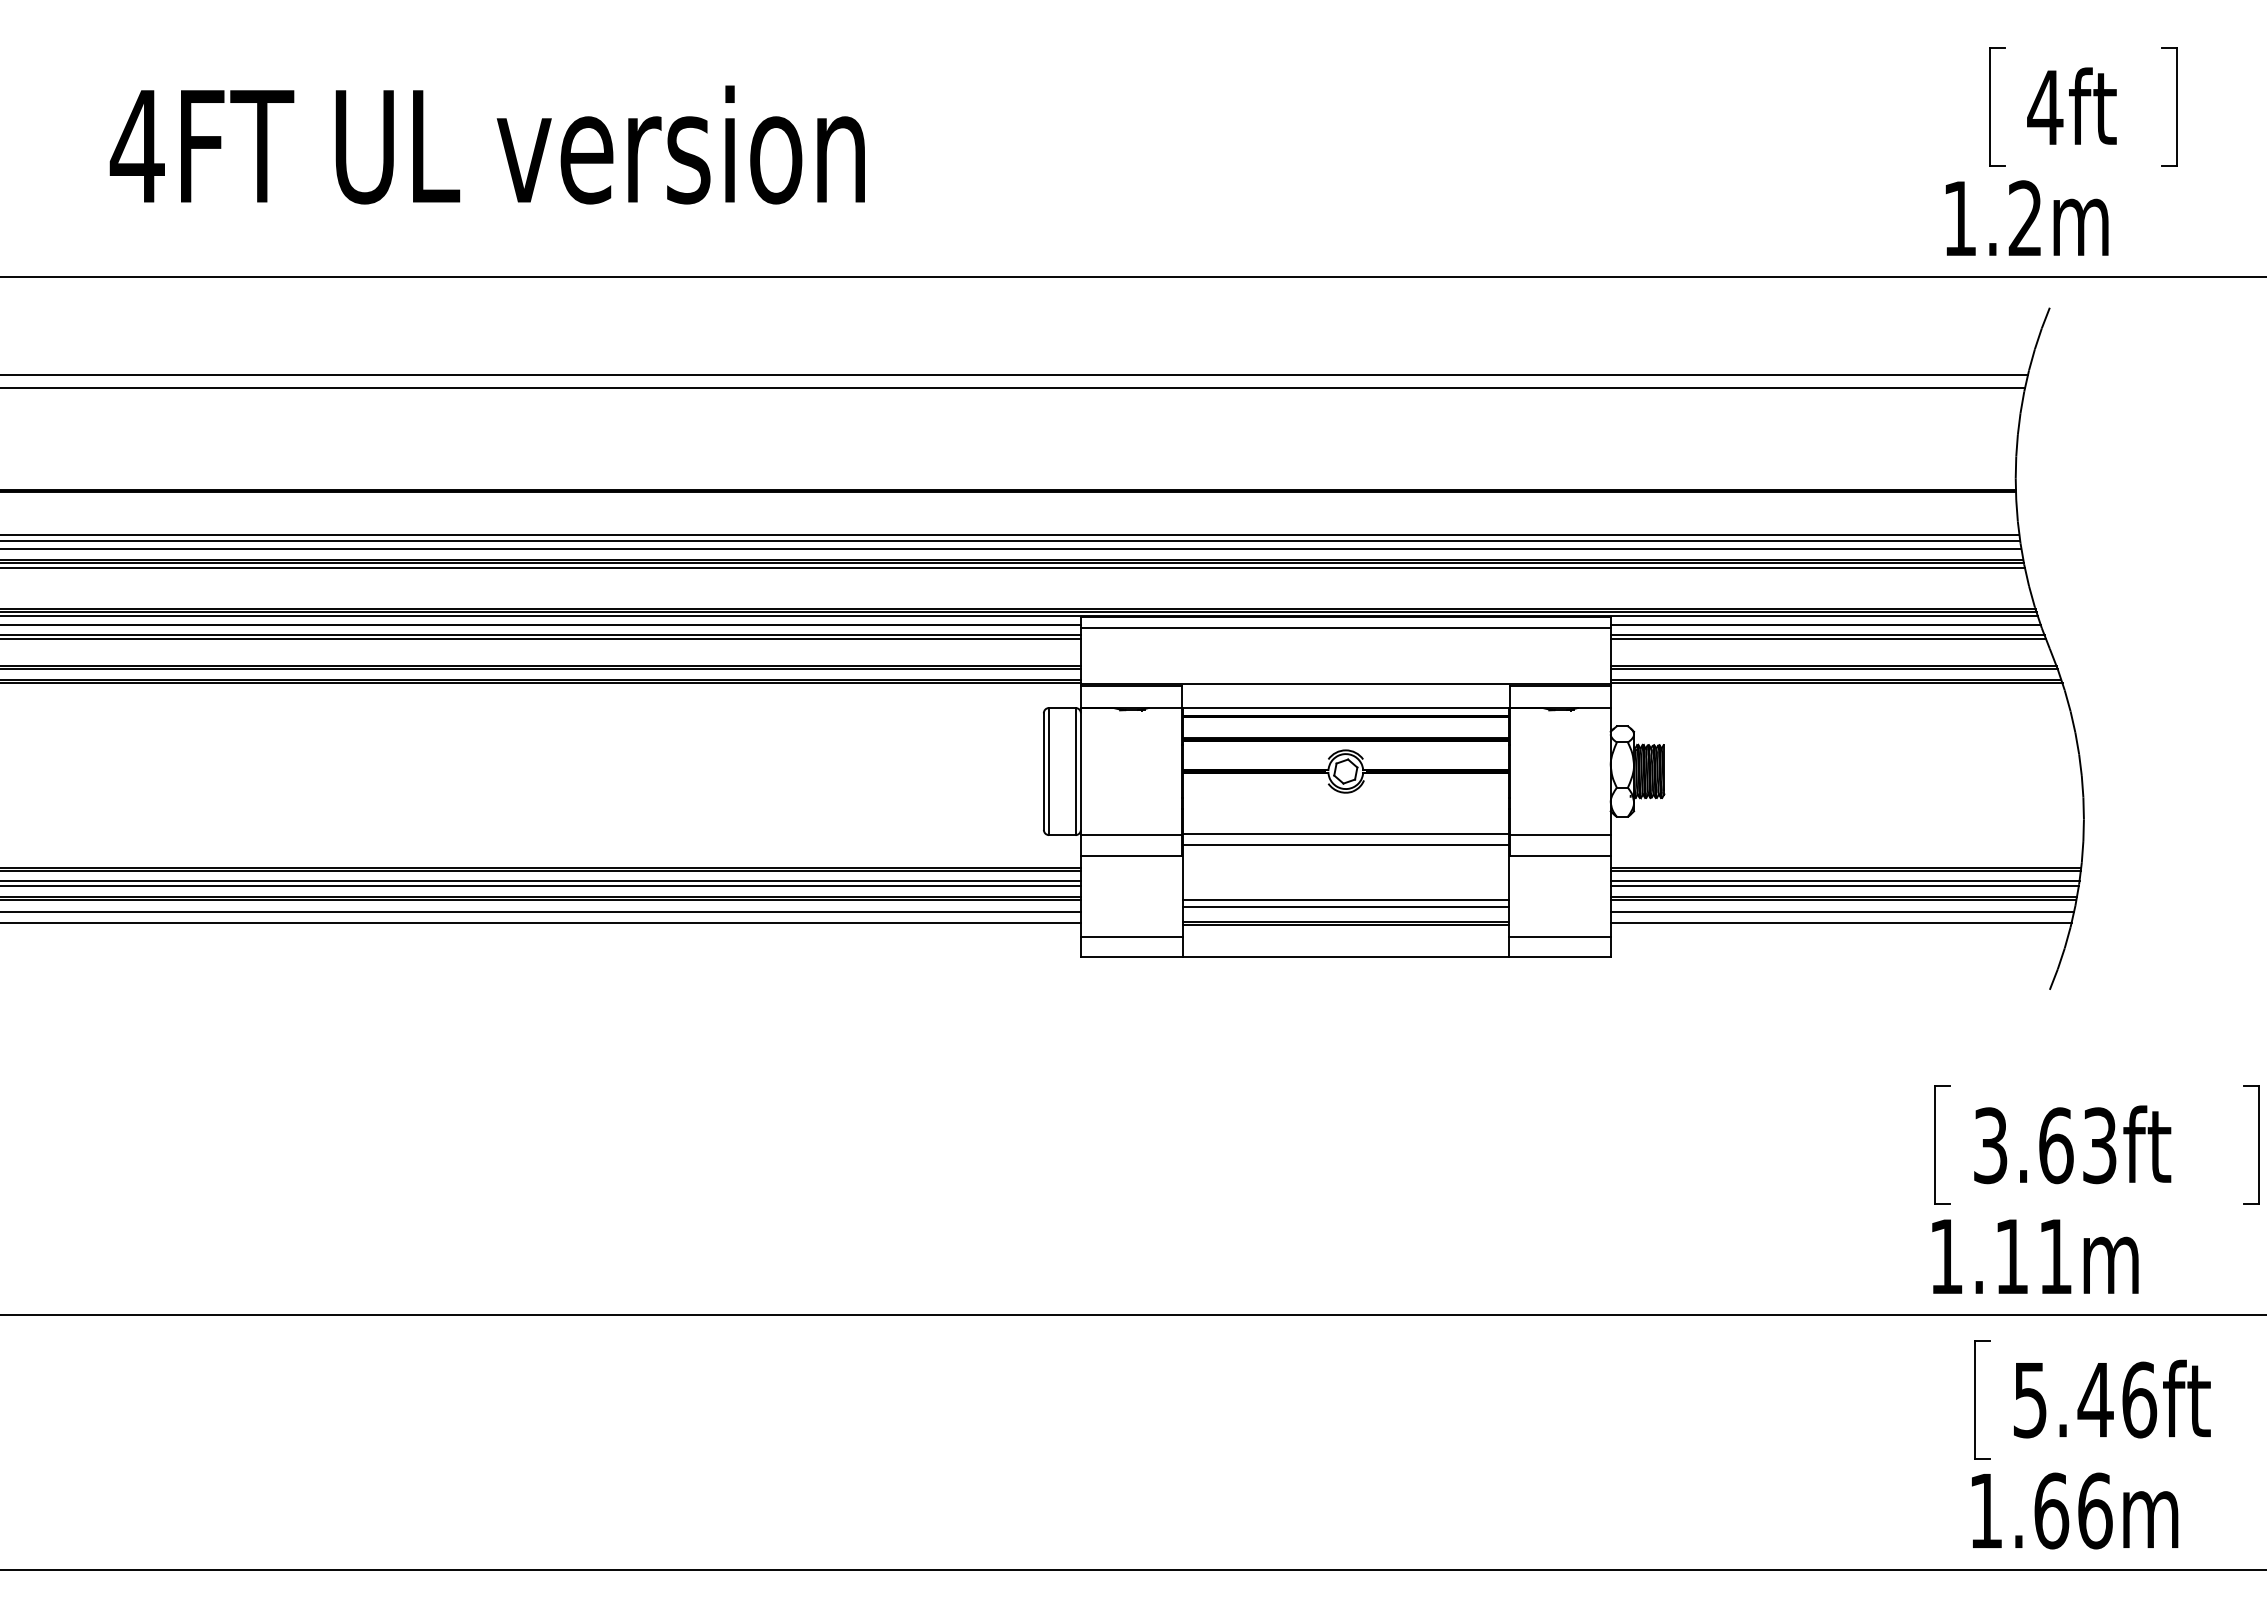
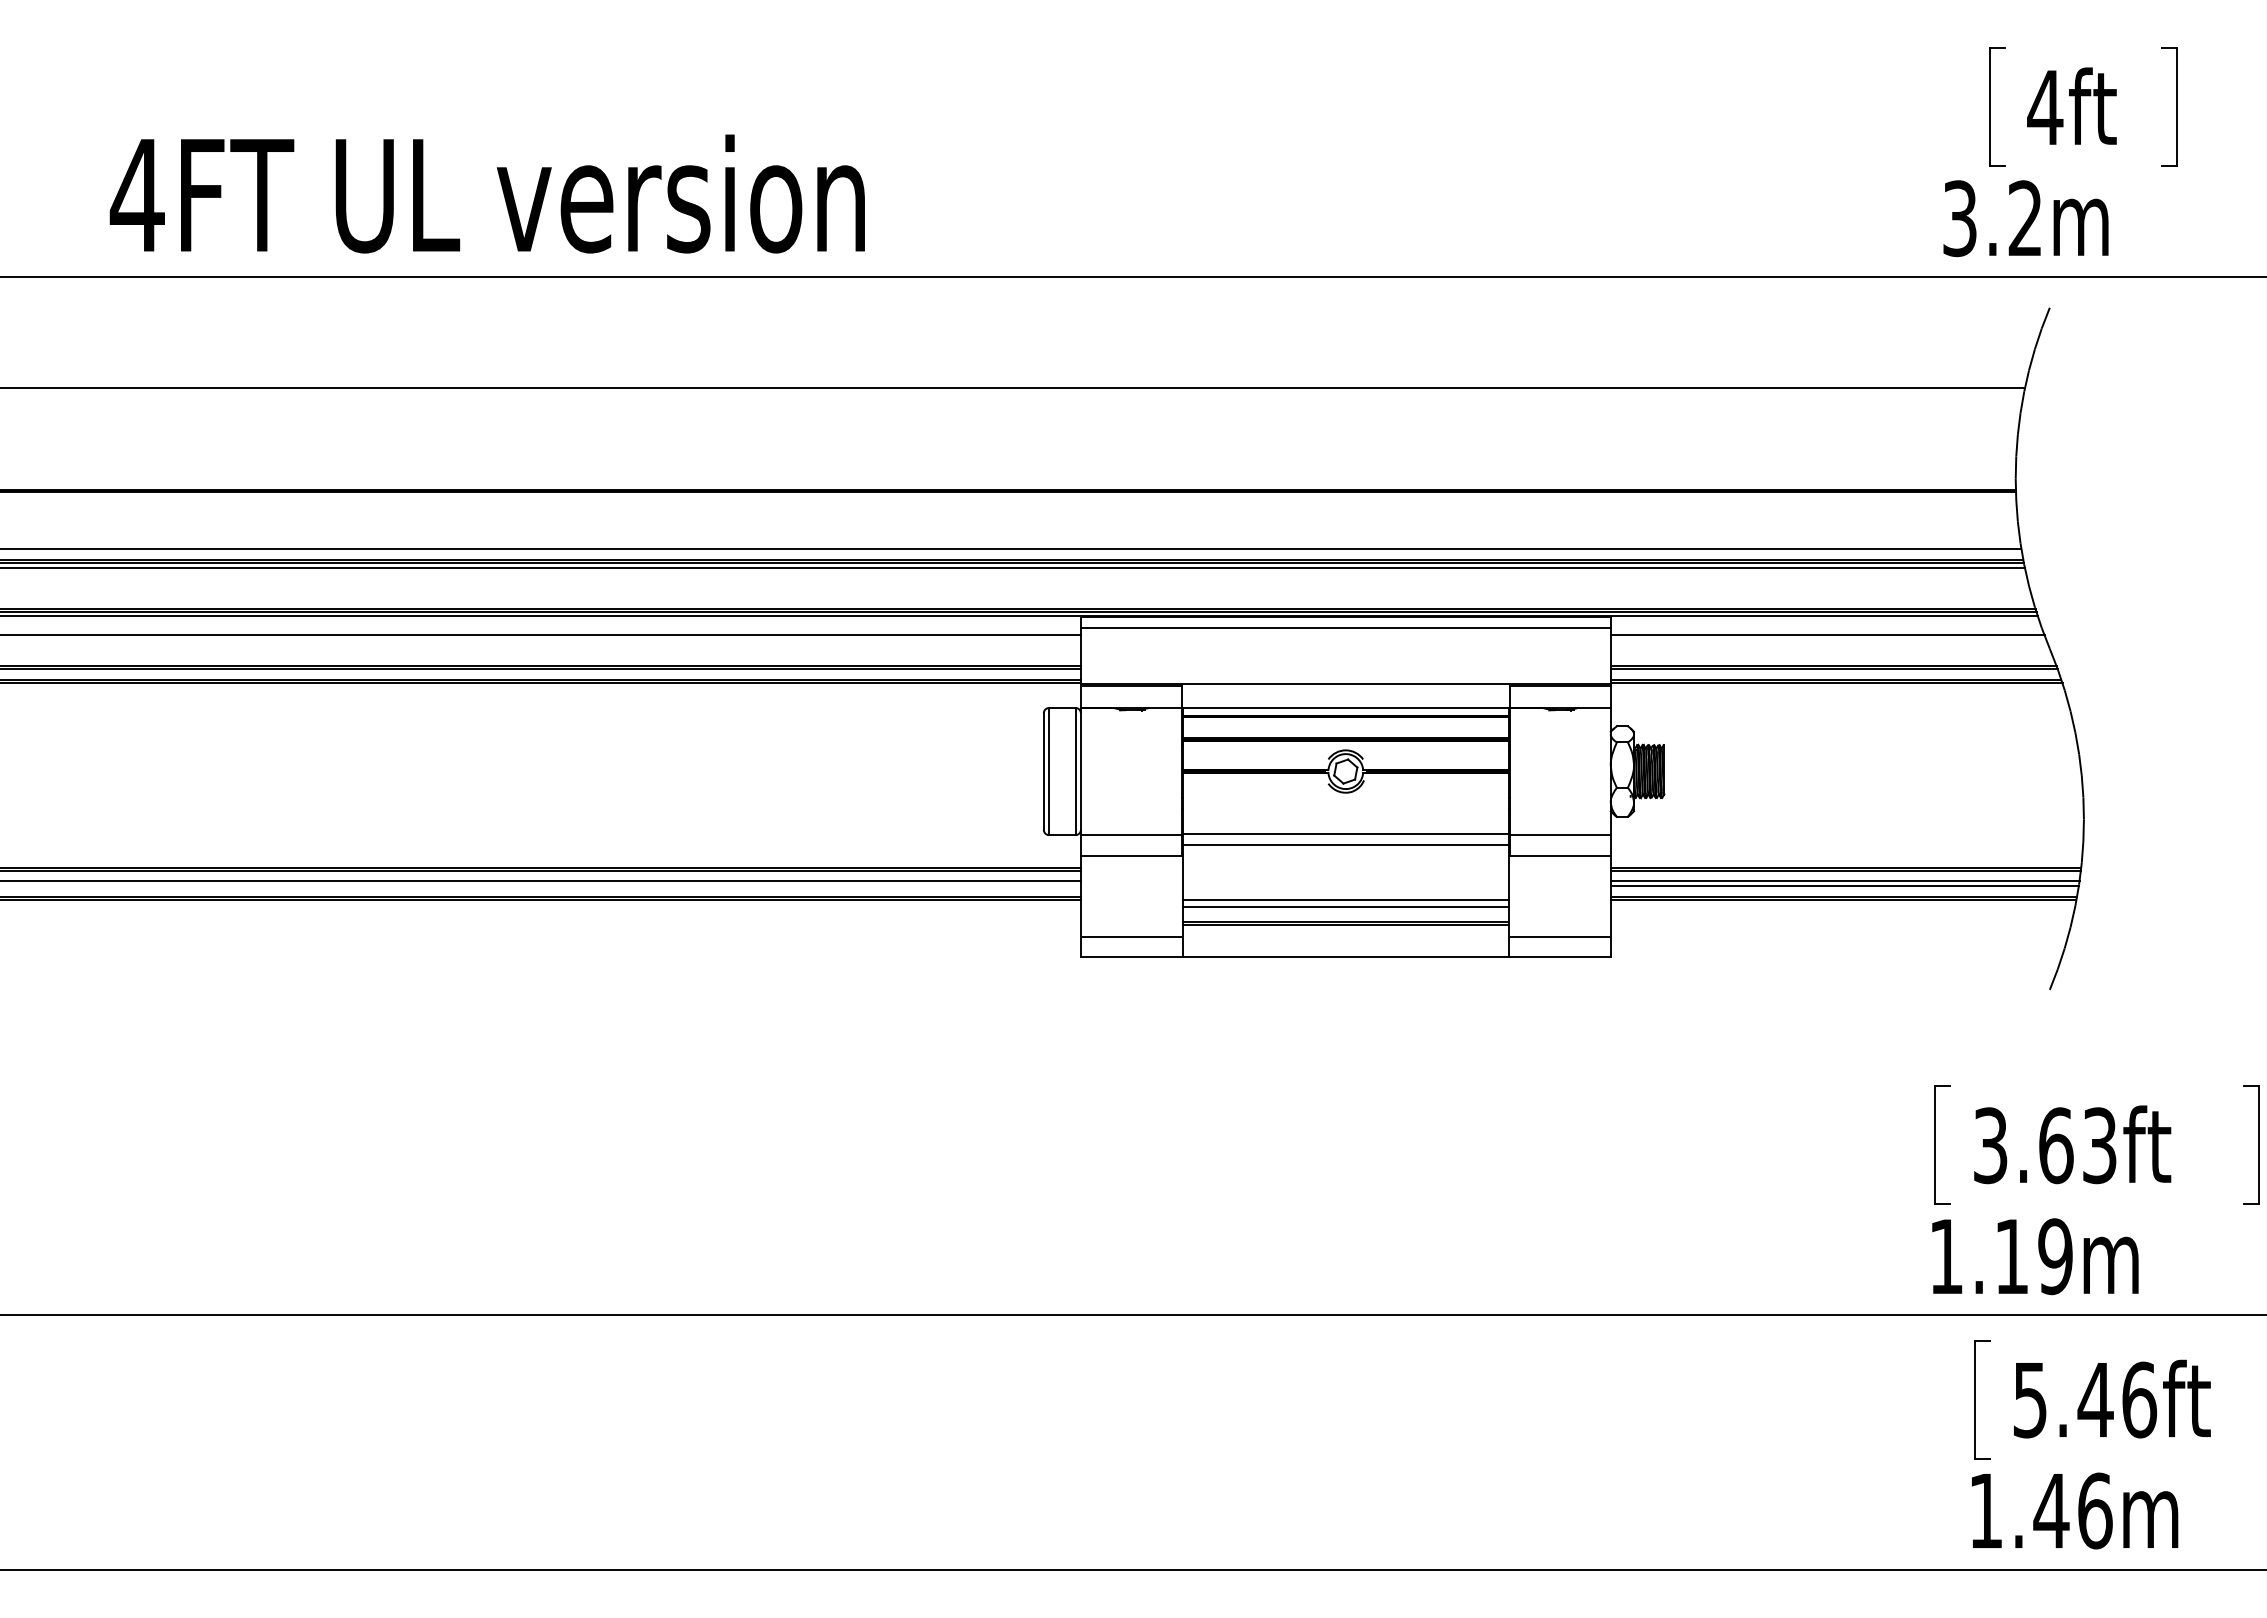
text at (486, 144) position: (486, 144) -> (486, 193)
text at (1959, 218): 1.2m -> 3.2m
line at (1014, 375): present -> none
line at (1010, 535): present -> none
line at (1011, 540): present -> none
line at (541, 624): present -> none
line at (1825, 624): present -> none
line at (541, 638): present -> none
line at (1827, 638): present -> none
line at (541, 885): present -> none
line at (541, 911): present -> none
line at (1842, 911): present -> none
line at (541, 922): present -> none
line at (1840, 922): present -> none
text at (2055, 1256): 1.11m -> 1.19m
text at (2051, 1510): 1.66m -> 1.46m
